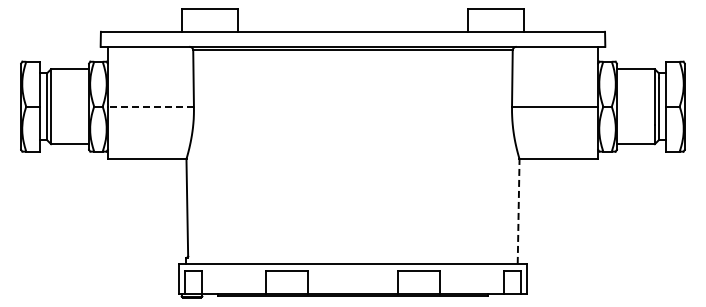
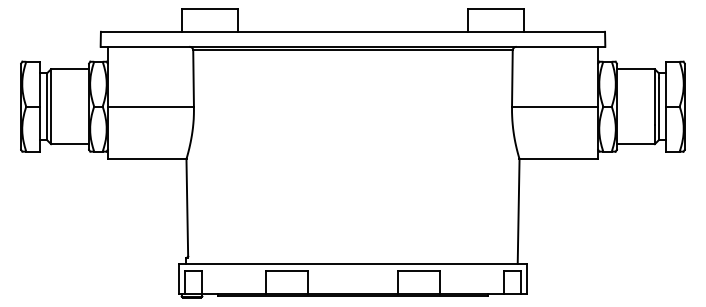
line at (150, 106): dashed -> solid
line at (518, 211): dashed -> solid
